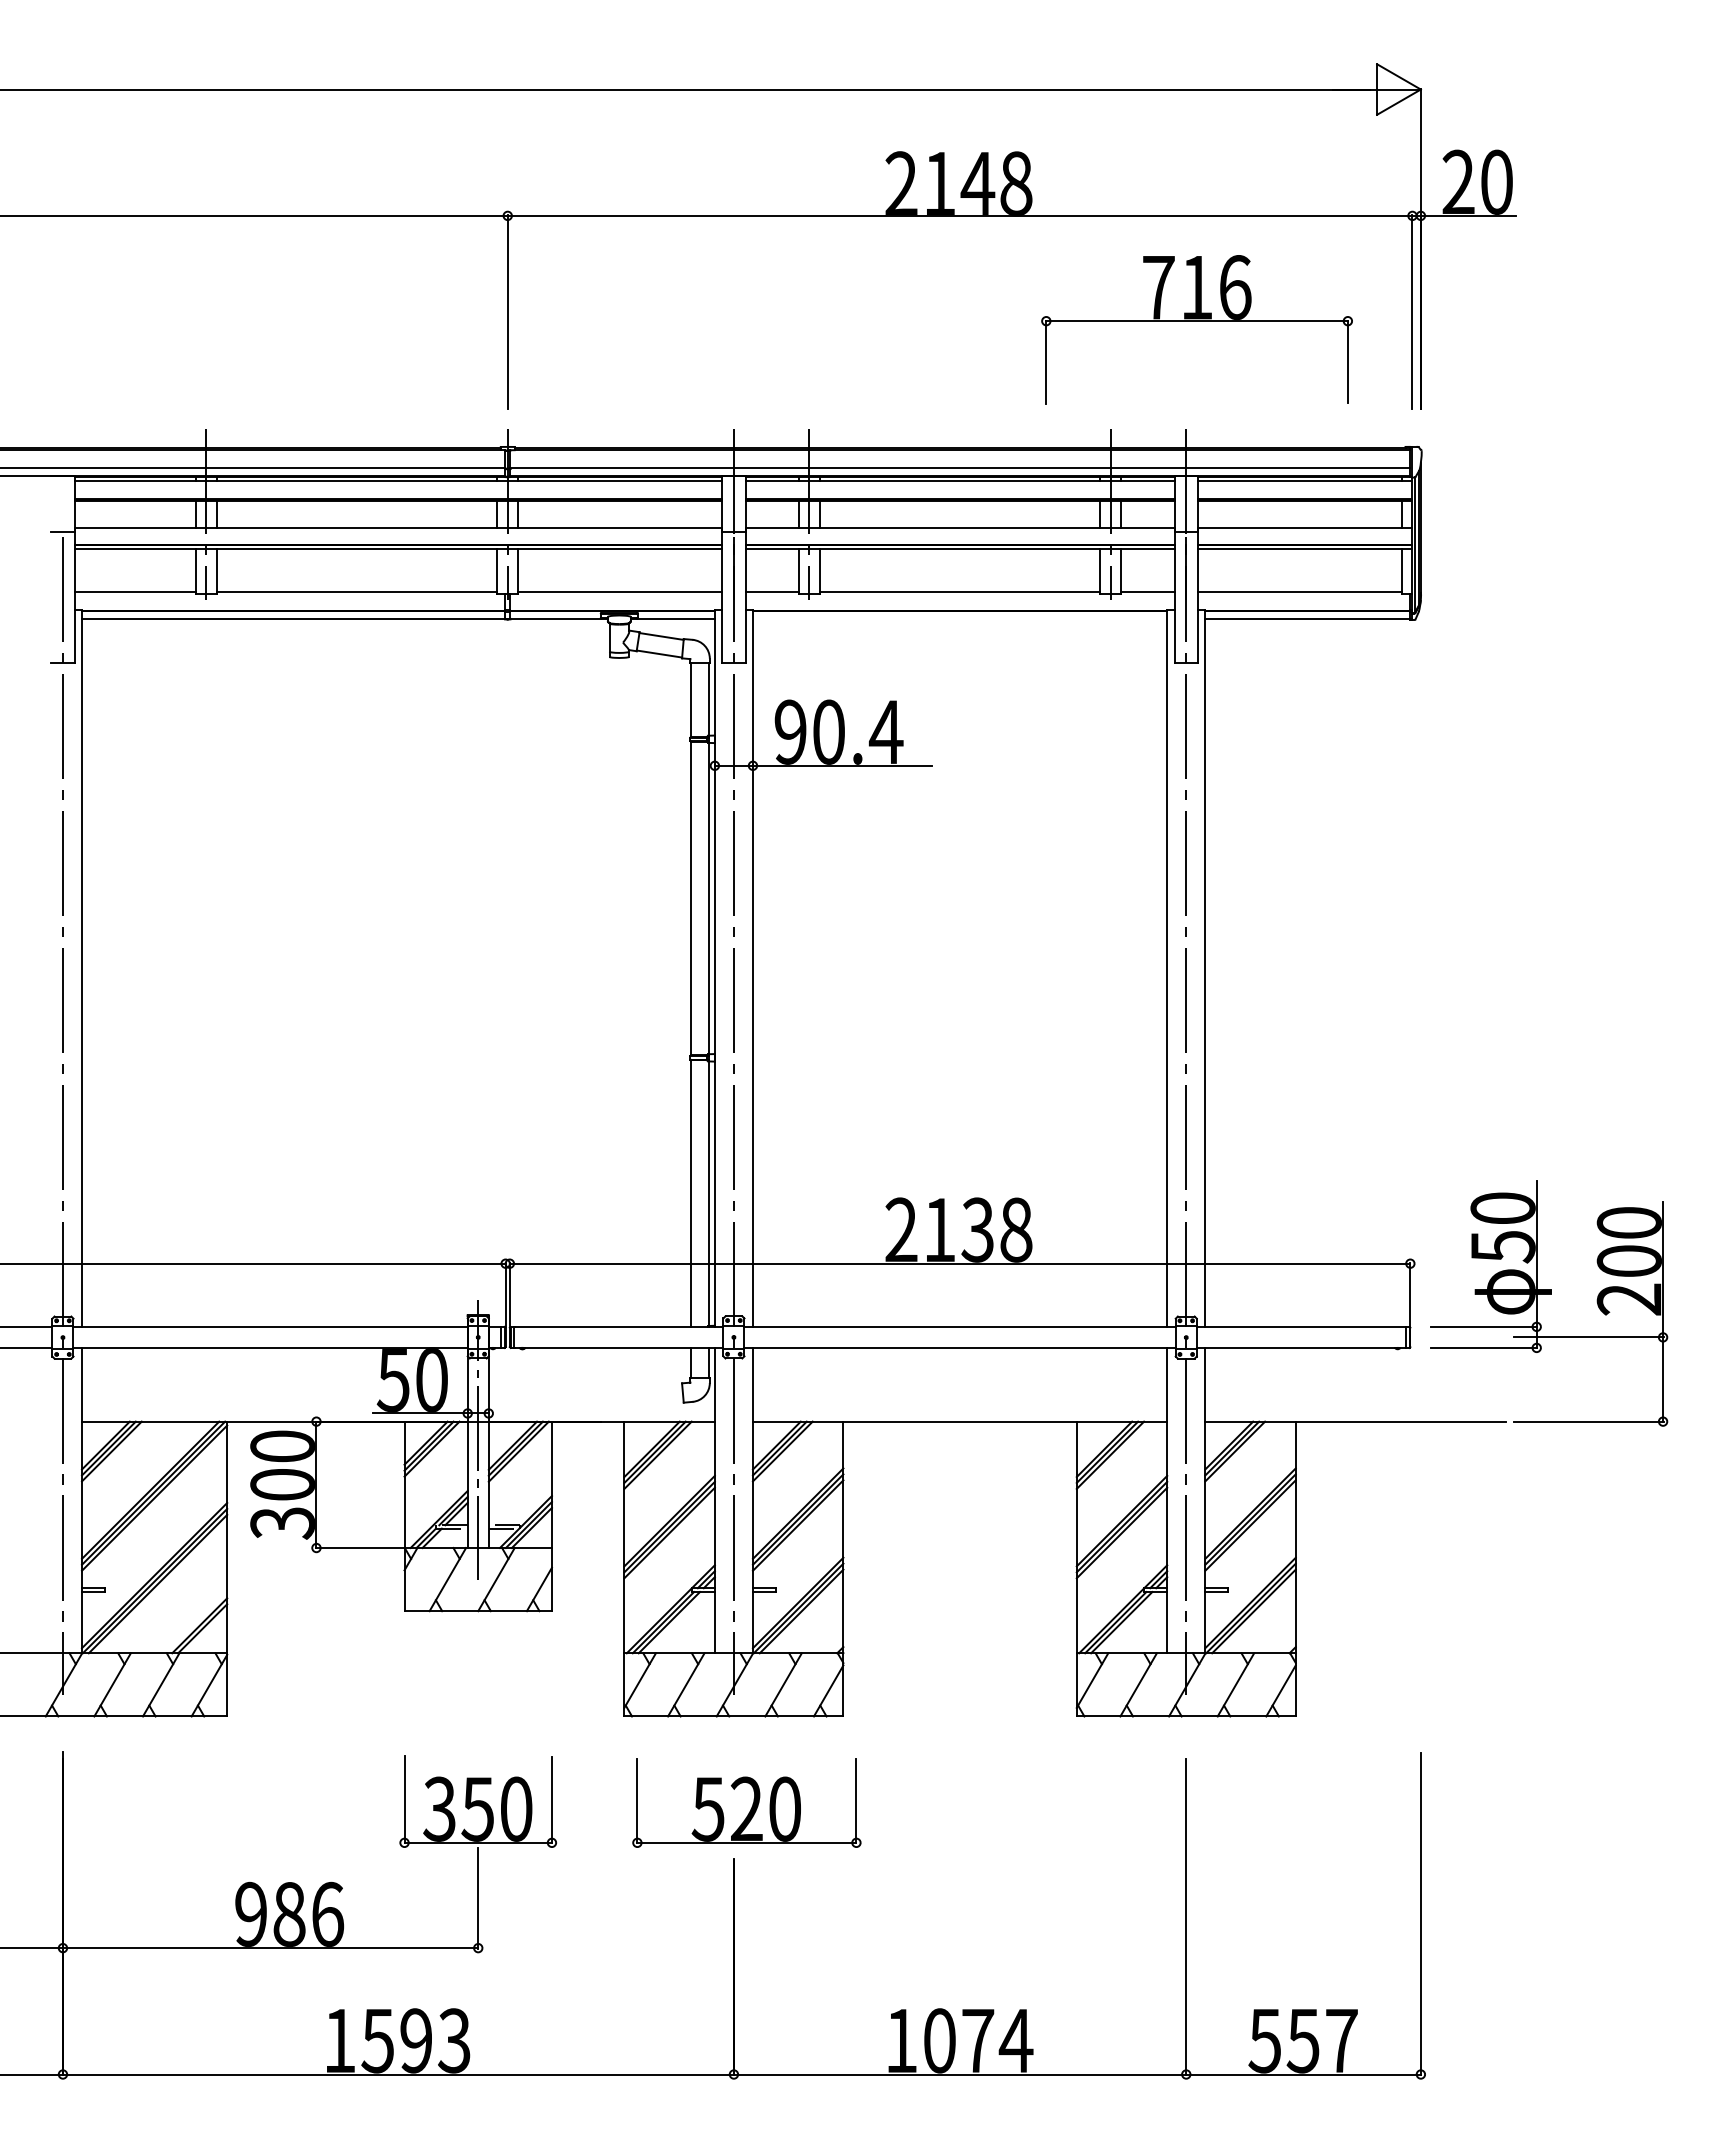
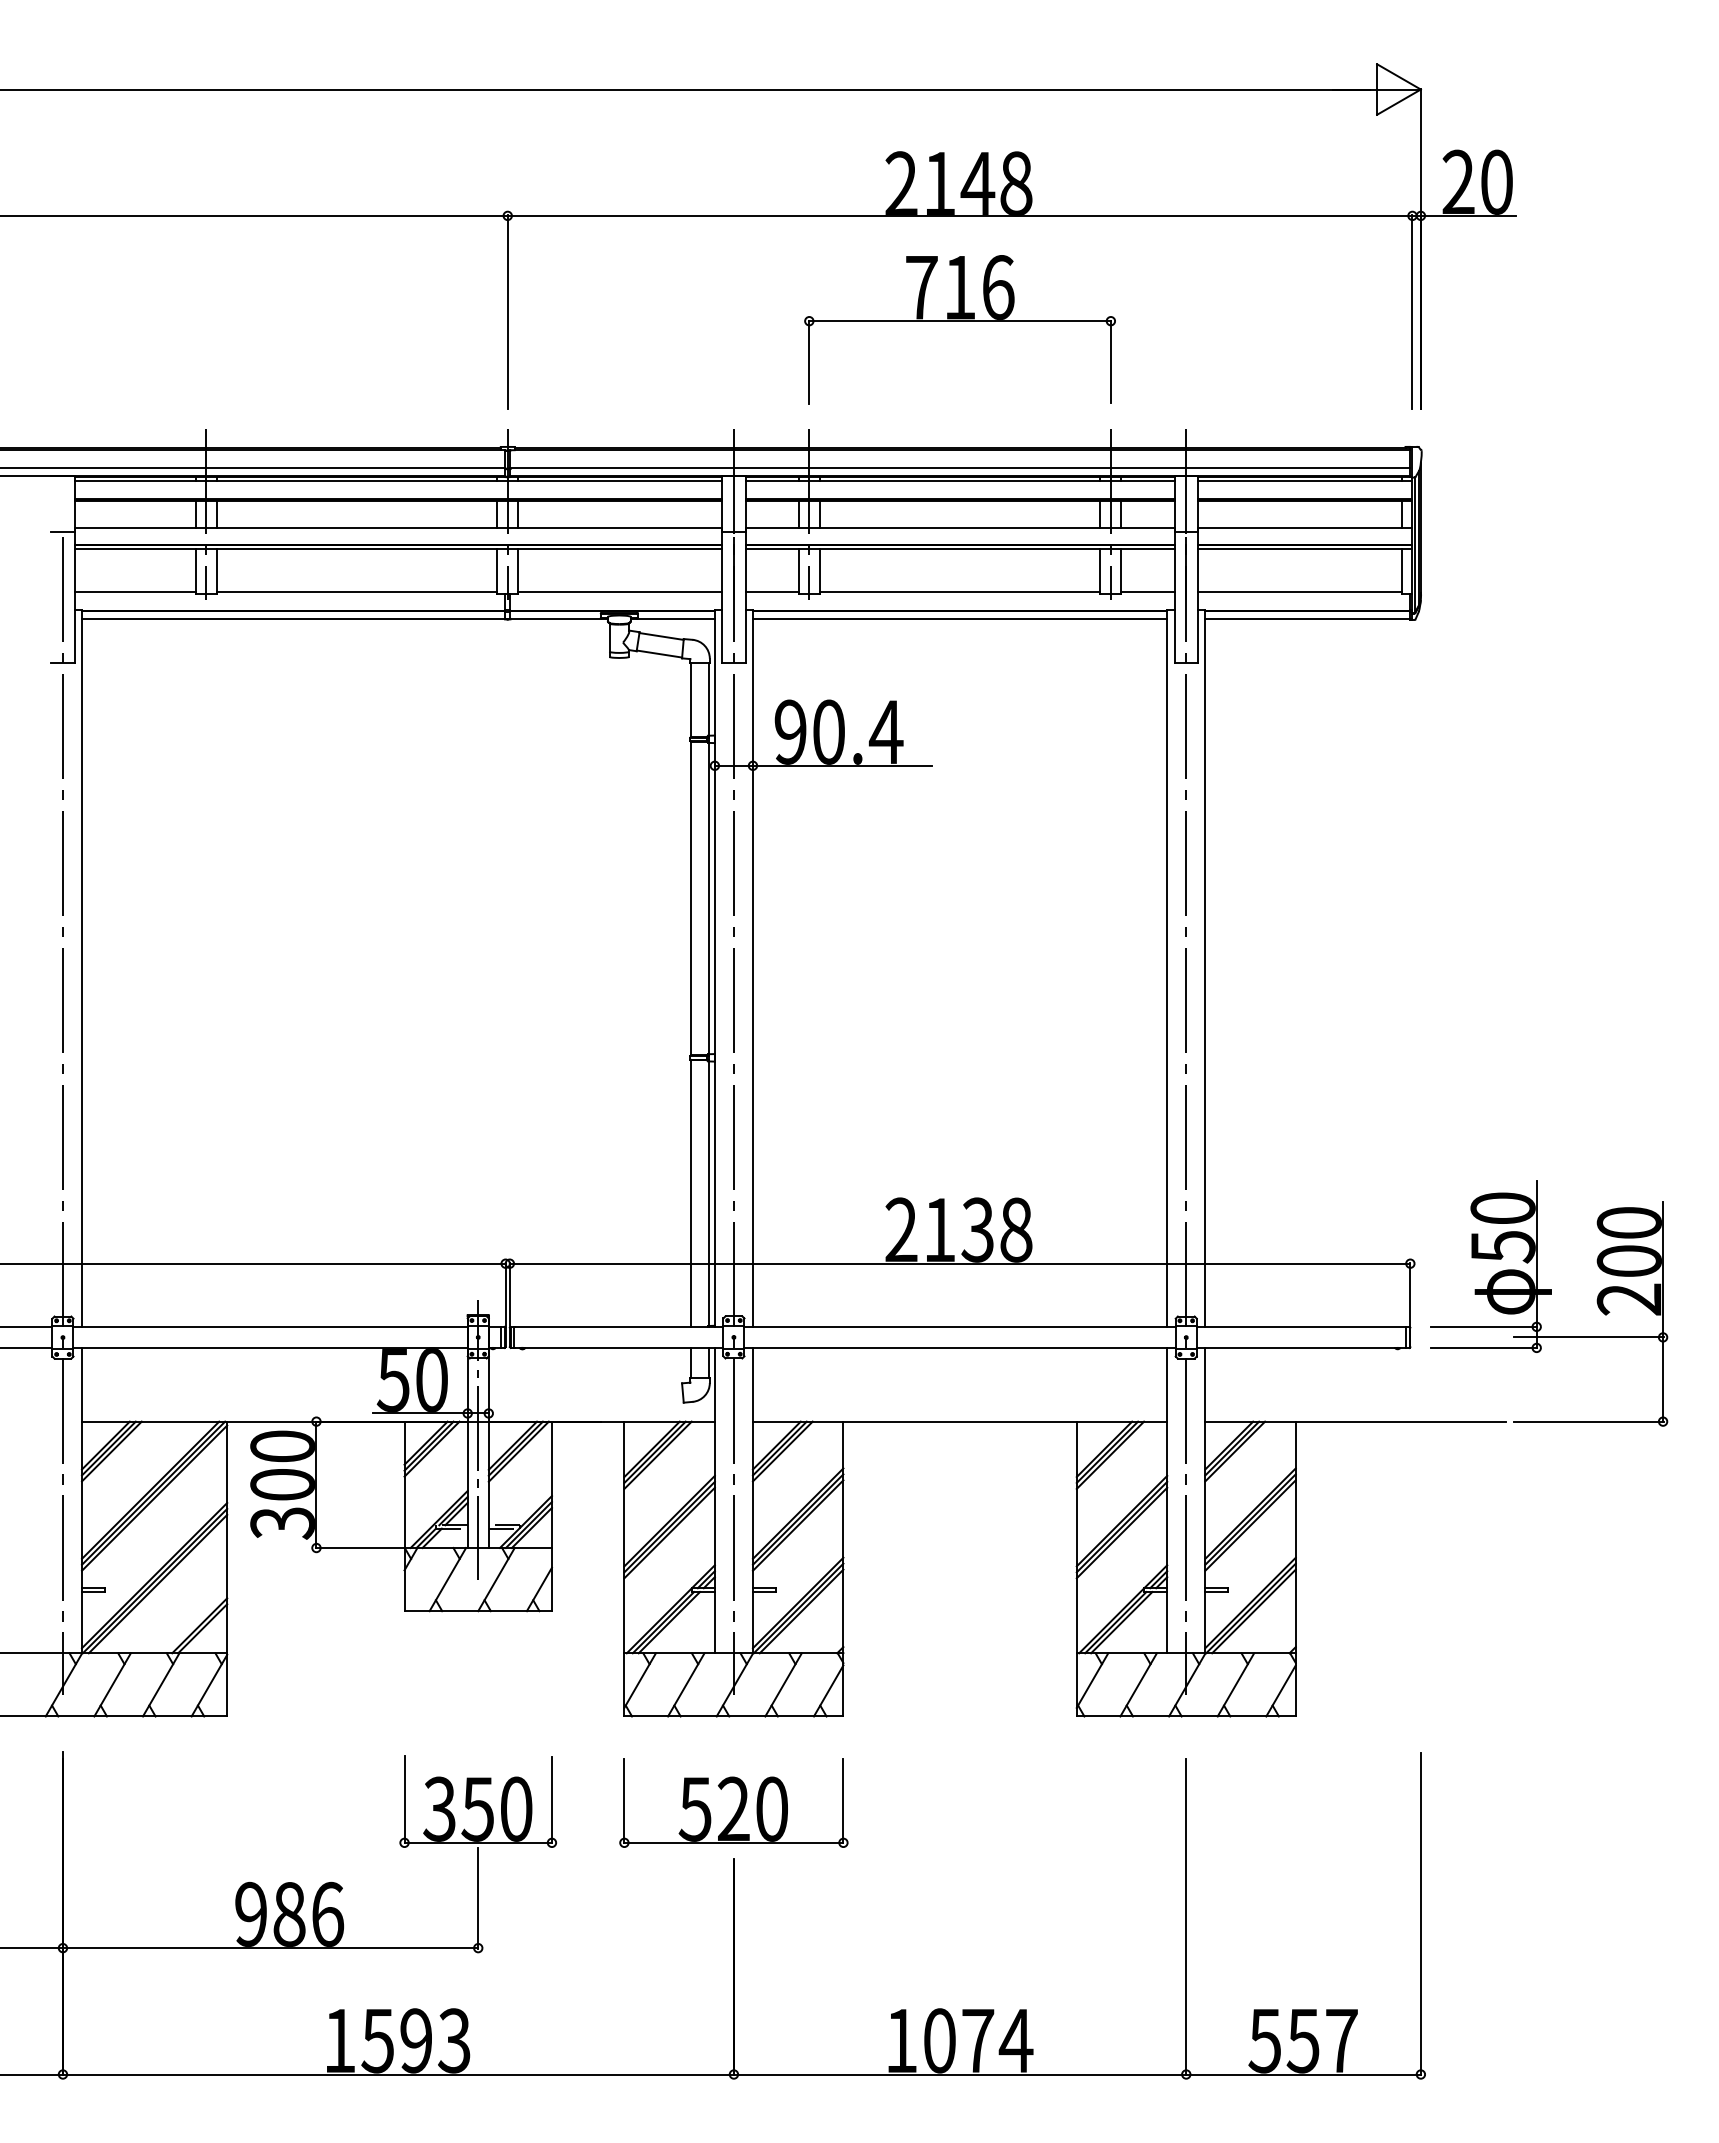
part at (1196, 321) position: (1196, 321) -> (959, 321)
line at (959, 618): none -> present
part at (752, 1803) position: (752, 1803) -> (739, 1803)
